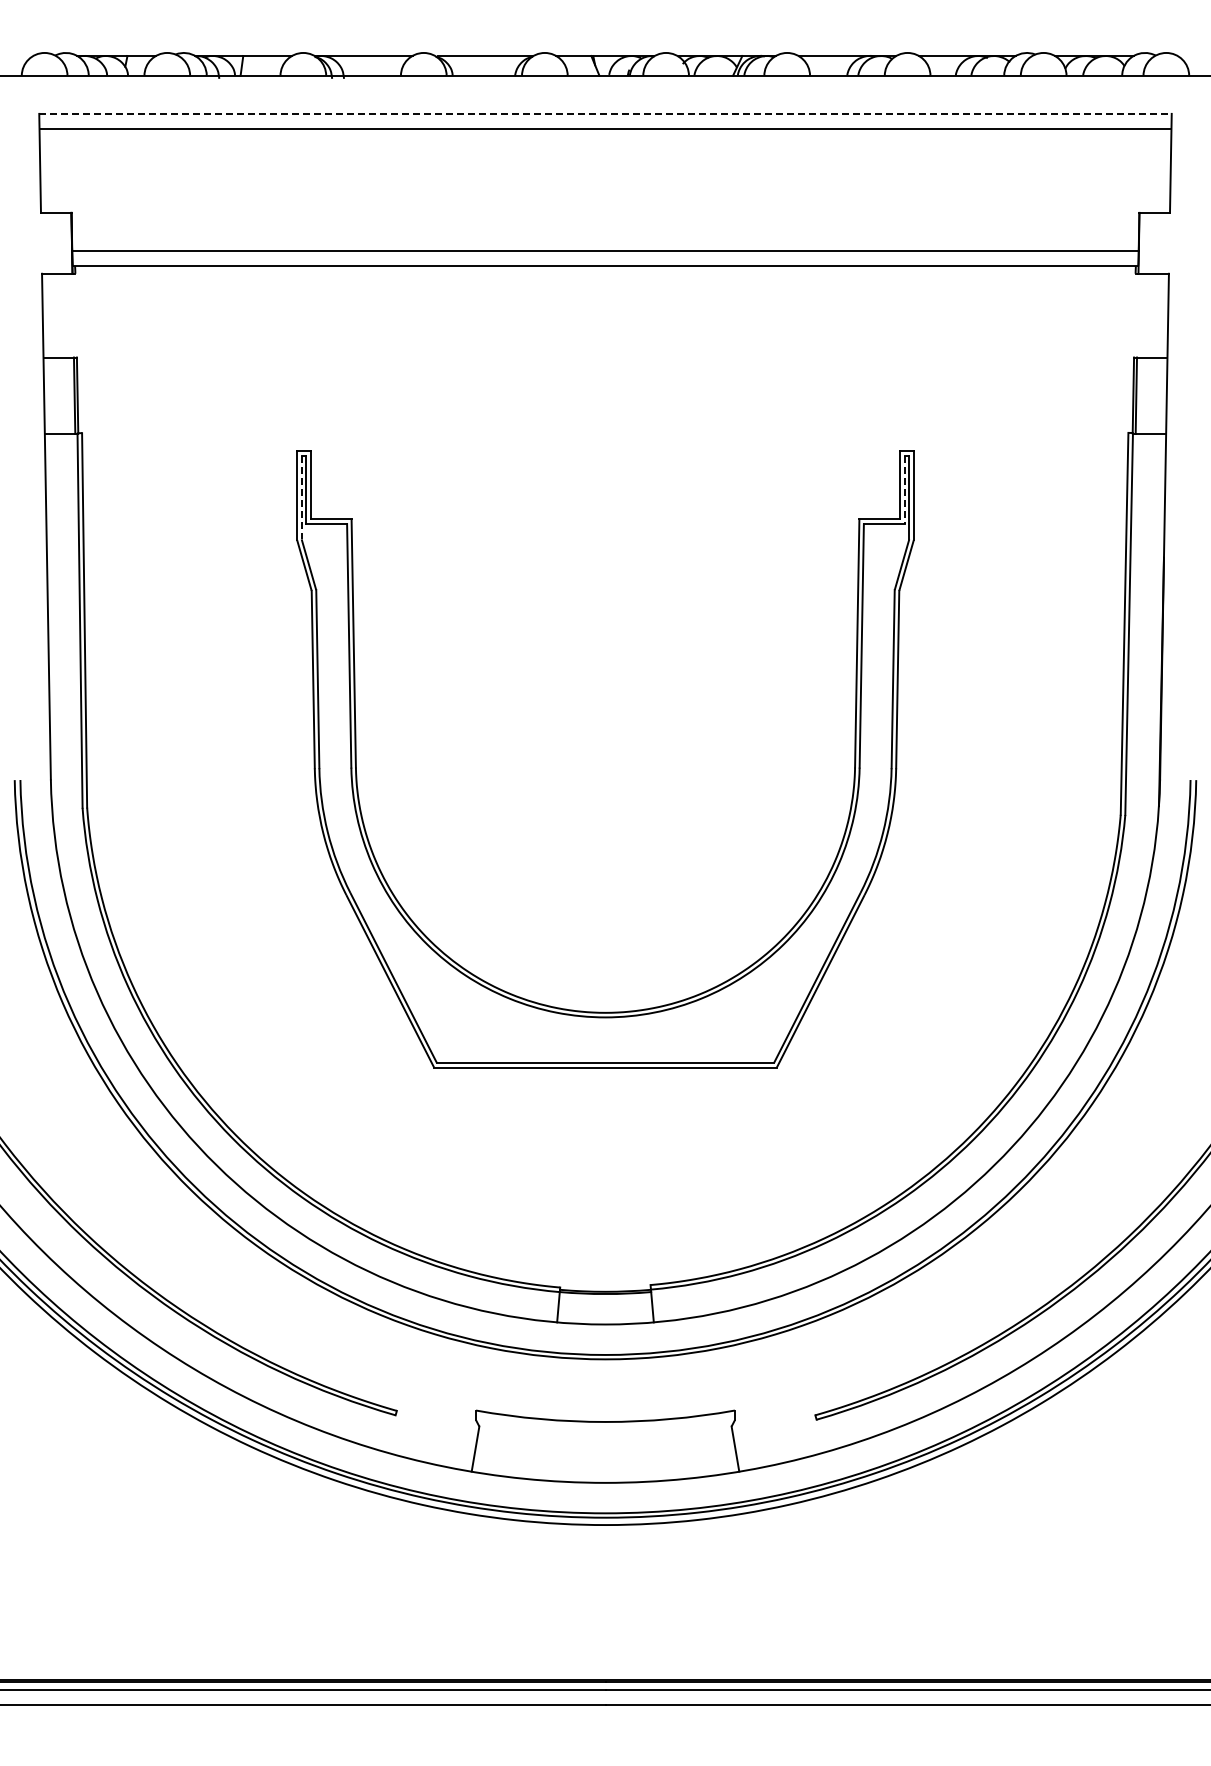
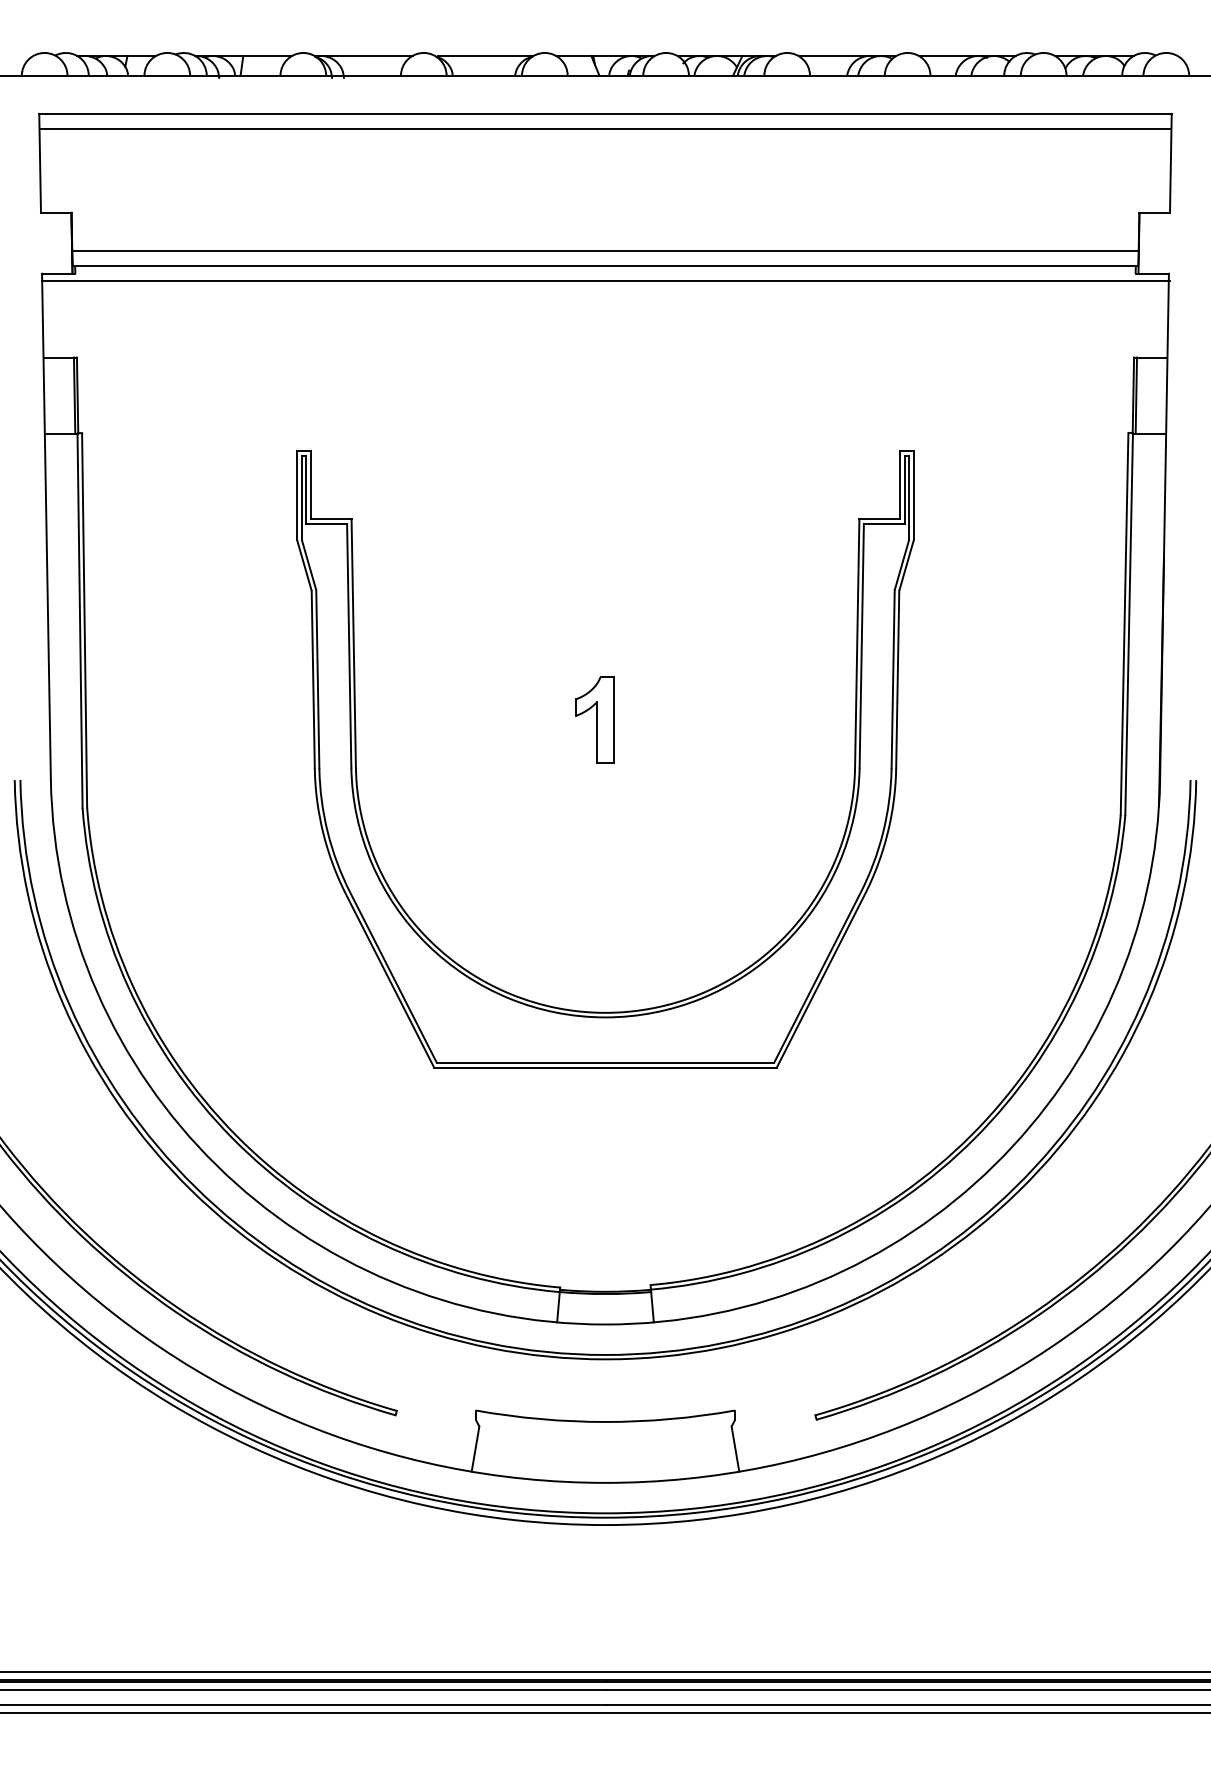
line at (605, 113): dashed -> solid
line at (605, 280): none -> present
line at (904, 490): dashed -> solid
line at (301, 497): dashed -> solid
part at (594, 719): none -> present
line at (604, 1671): none -> present
line at (604, 1713): none -> present
